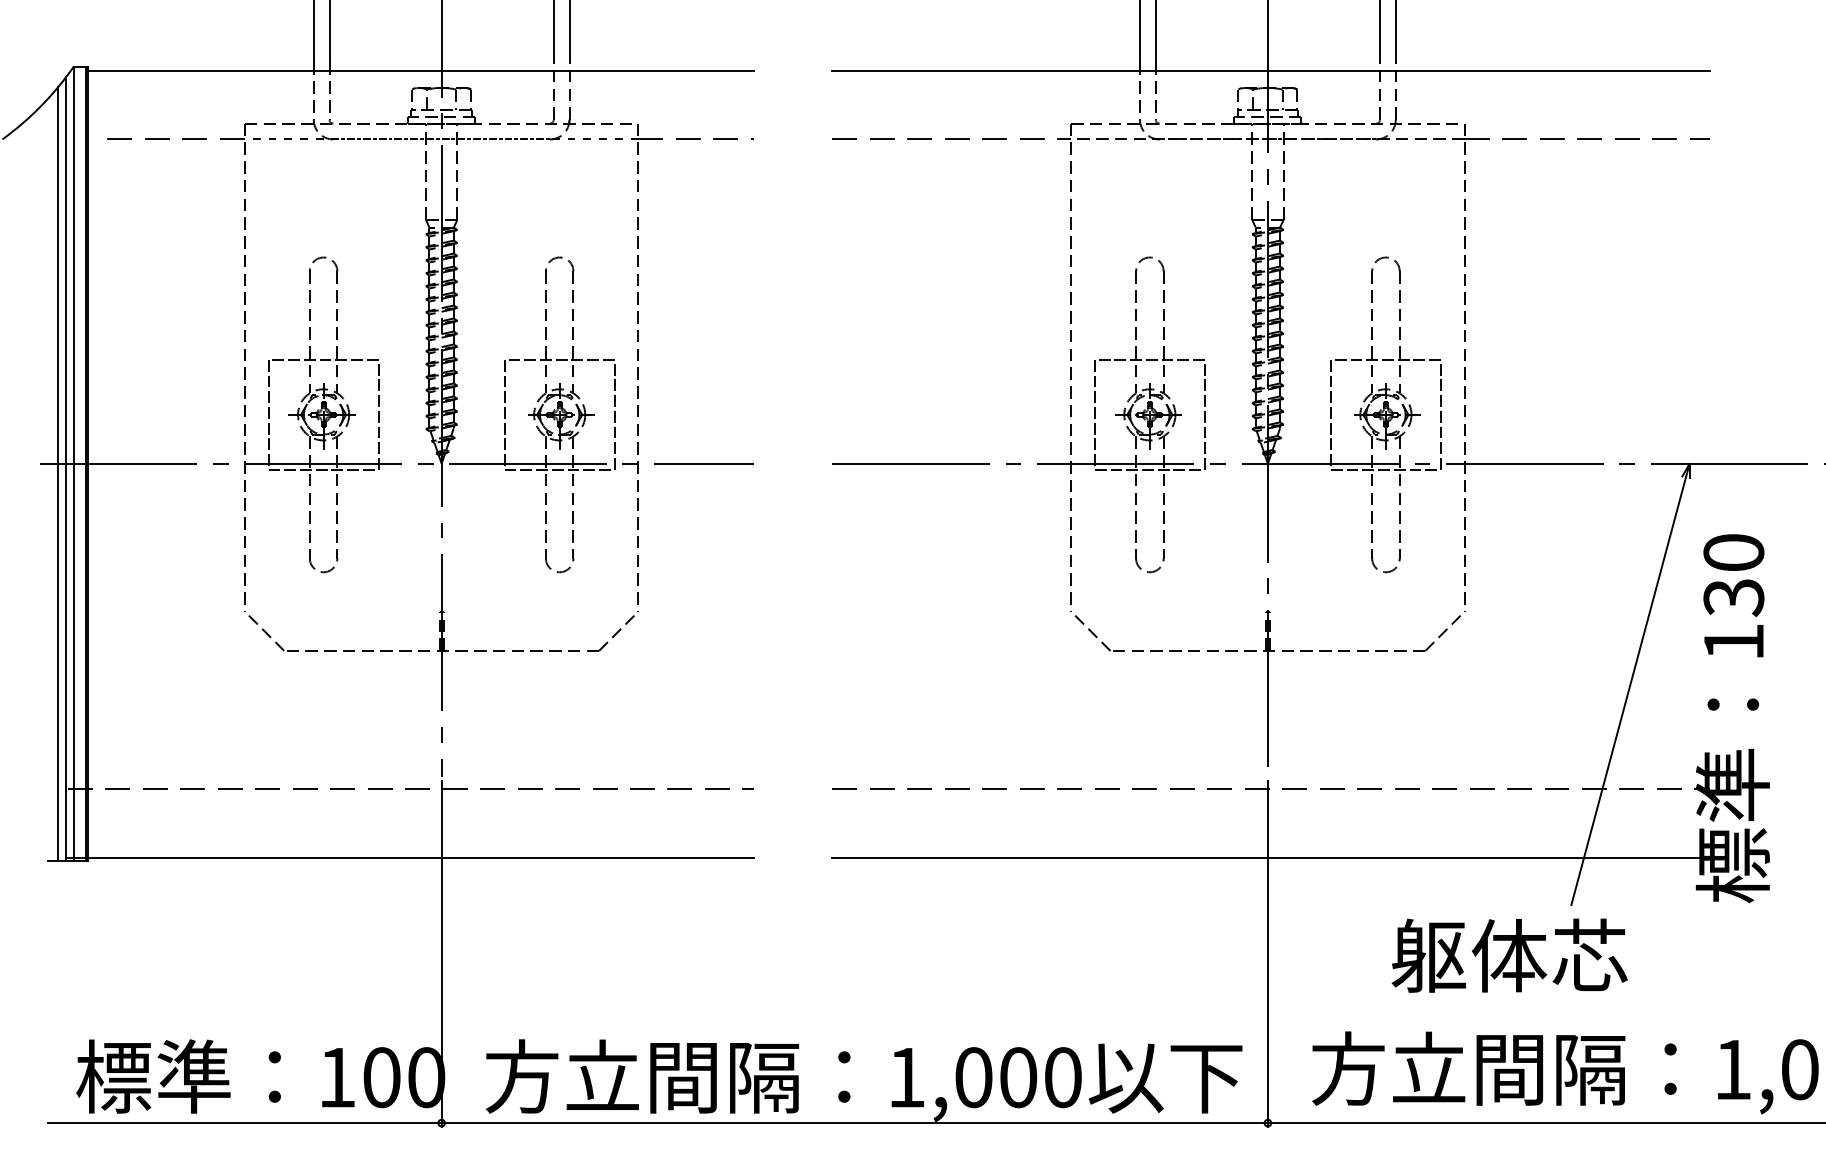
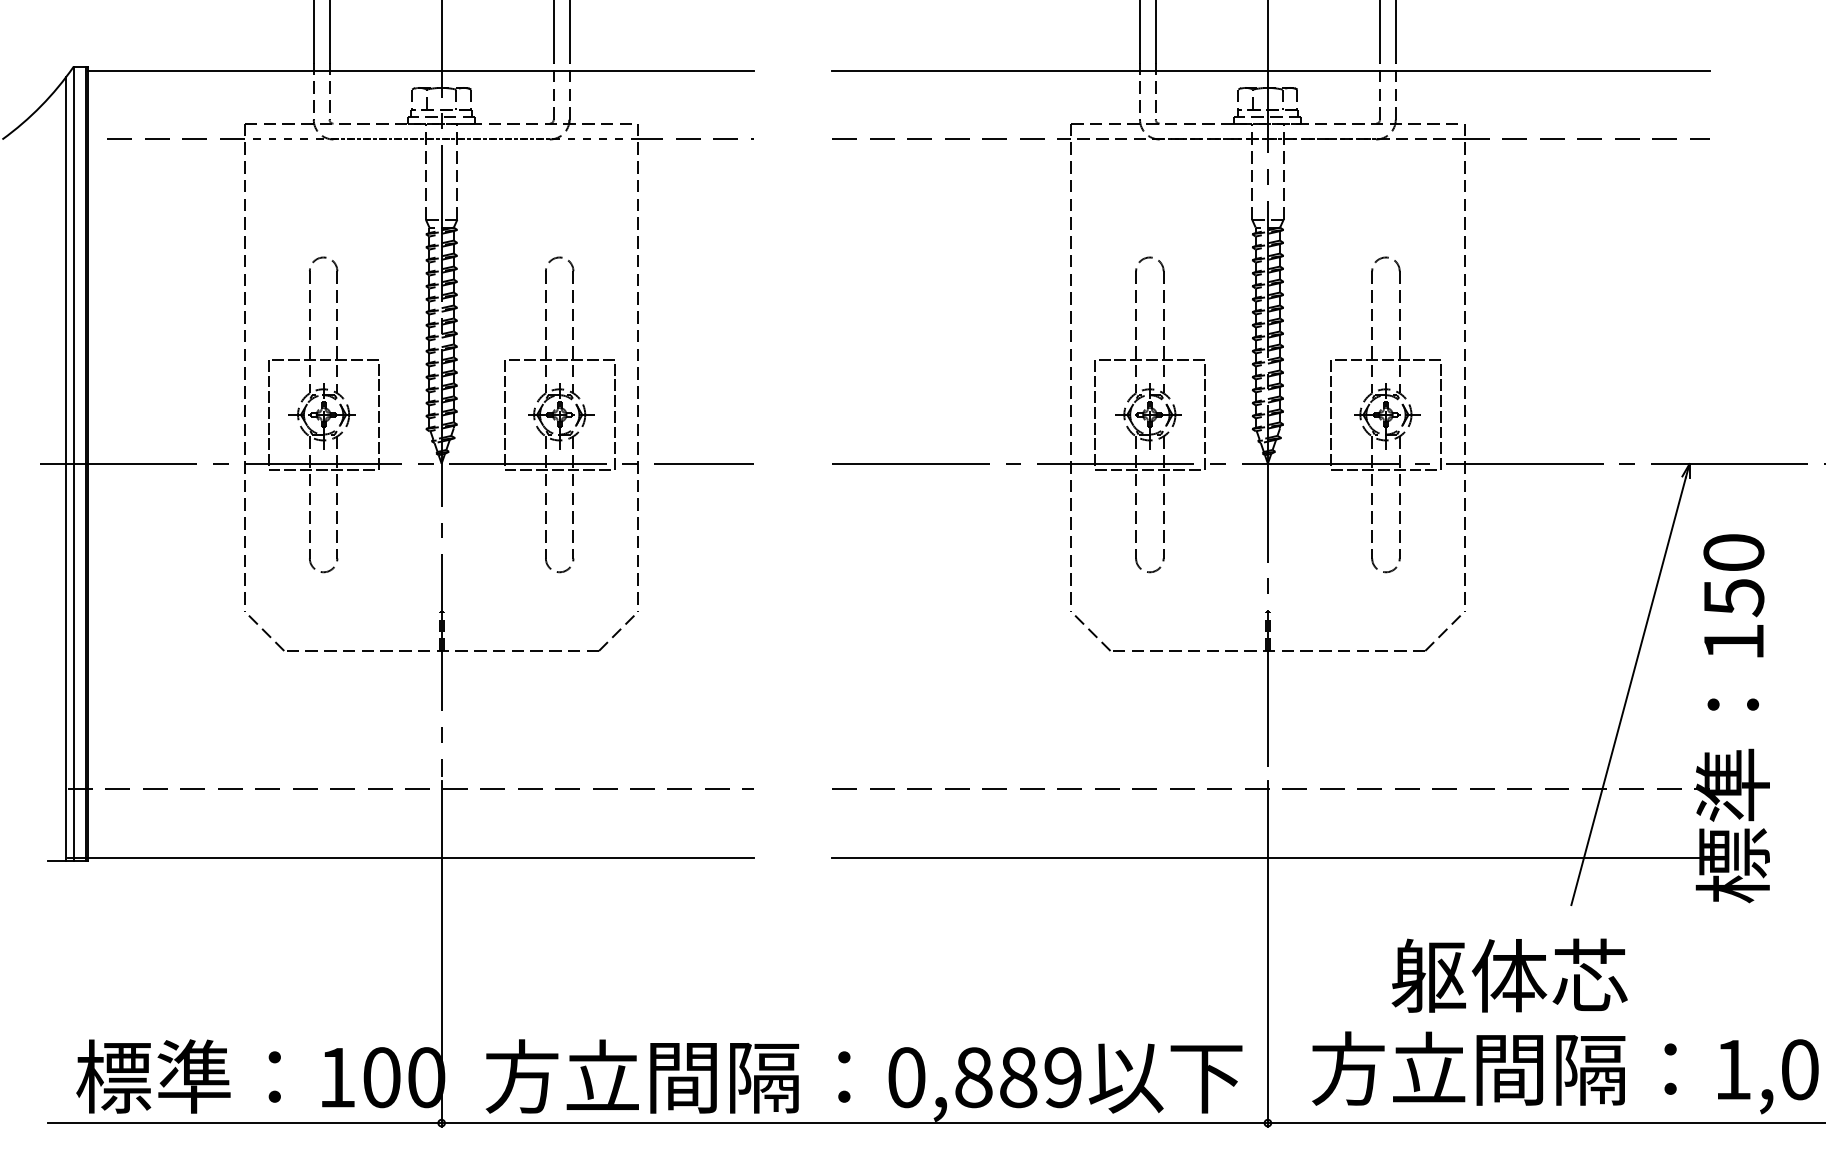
line at (58, 474): present -> none
text at (1733, 598): 130 -> 150
text at (1509, 955) position: (1509, 955) -> (1509, 975)
text at (984, 1077): 1,000 -> 0,889
